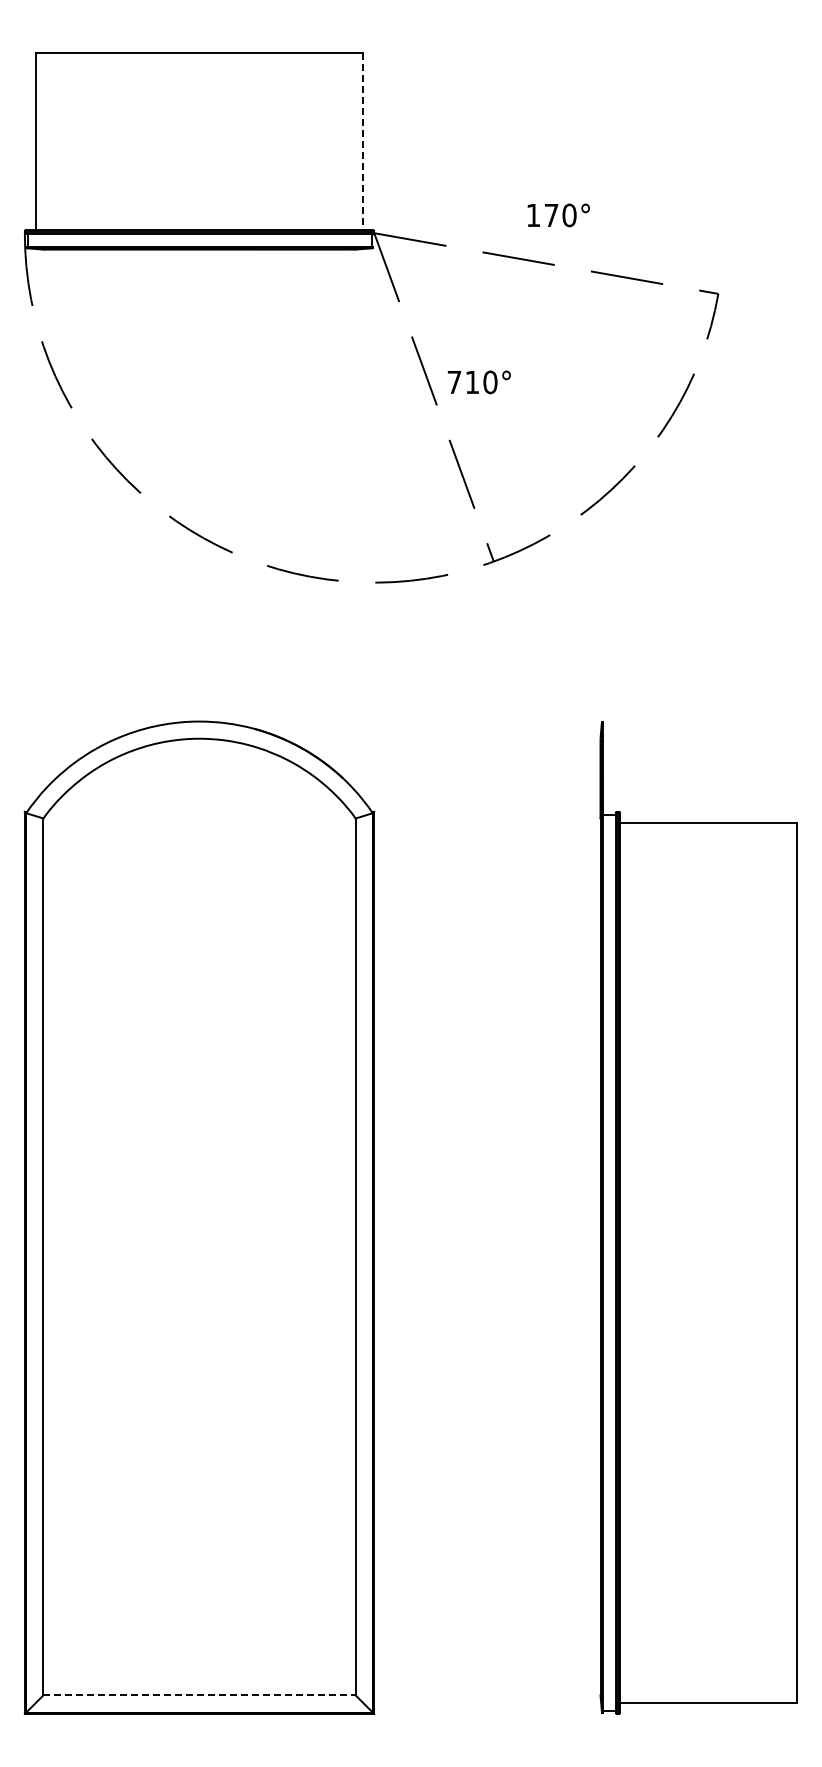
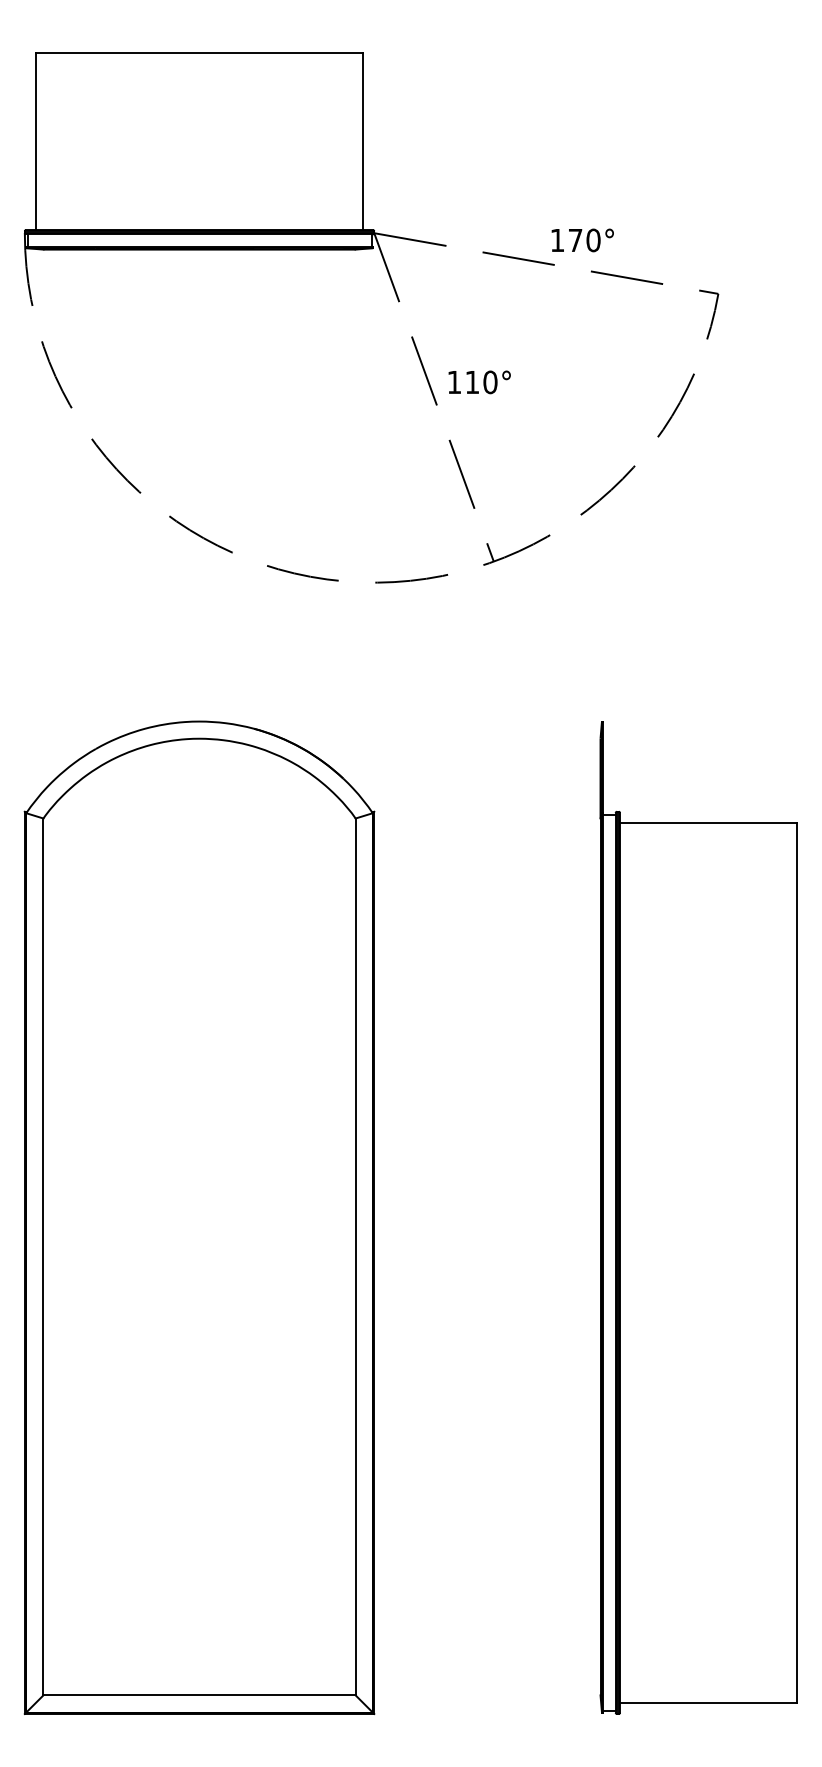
line at (362, 141): dashed -> solid
text at (558, 215) position: (558, 215) -> (582, 240)
text at (454, 382): 710° -> 110°
line at (200, 1695): dashed -> solid
